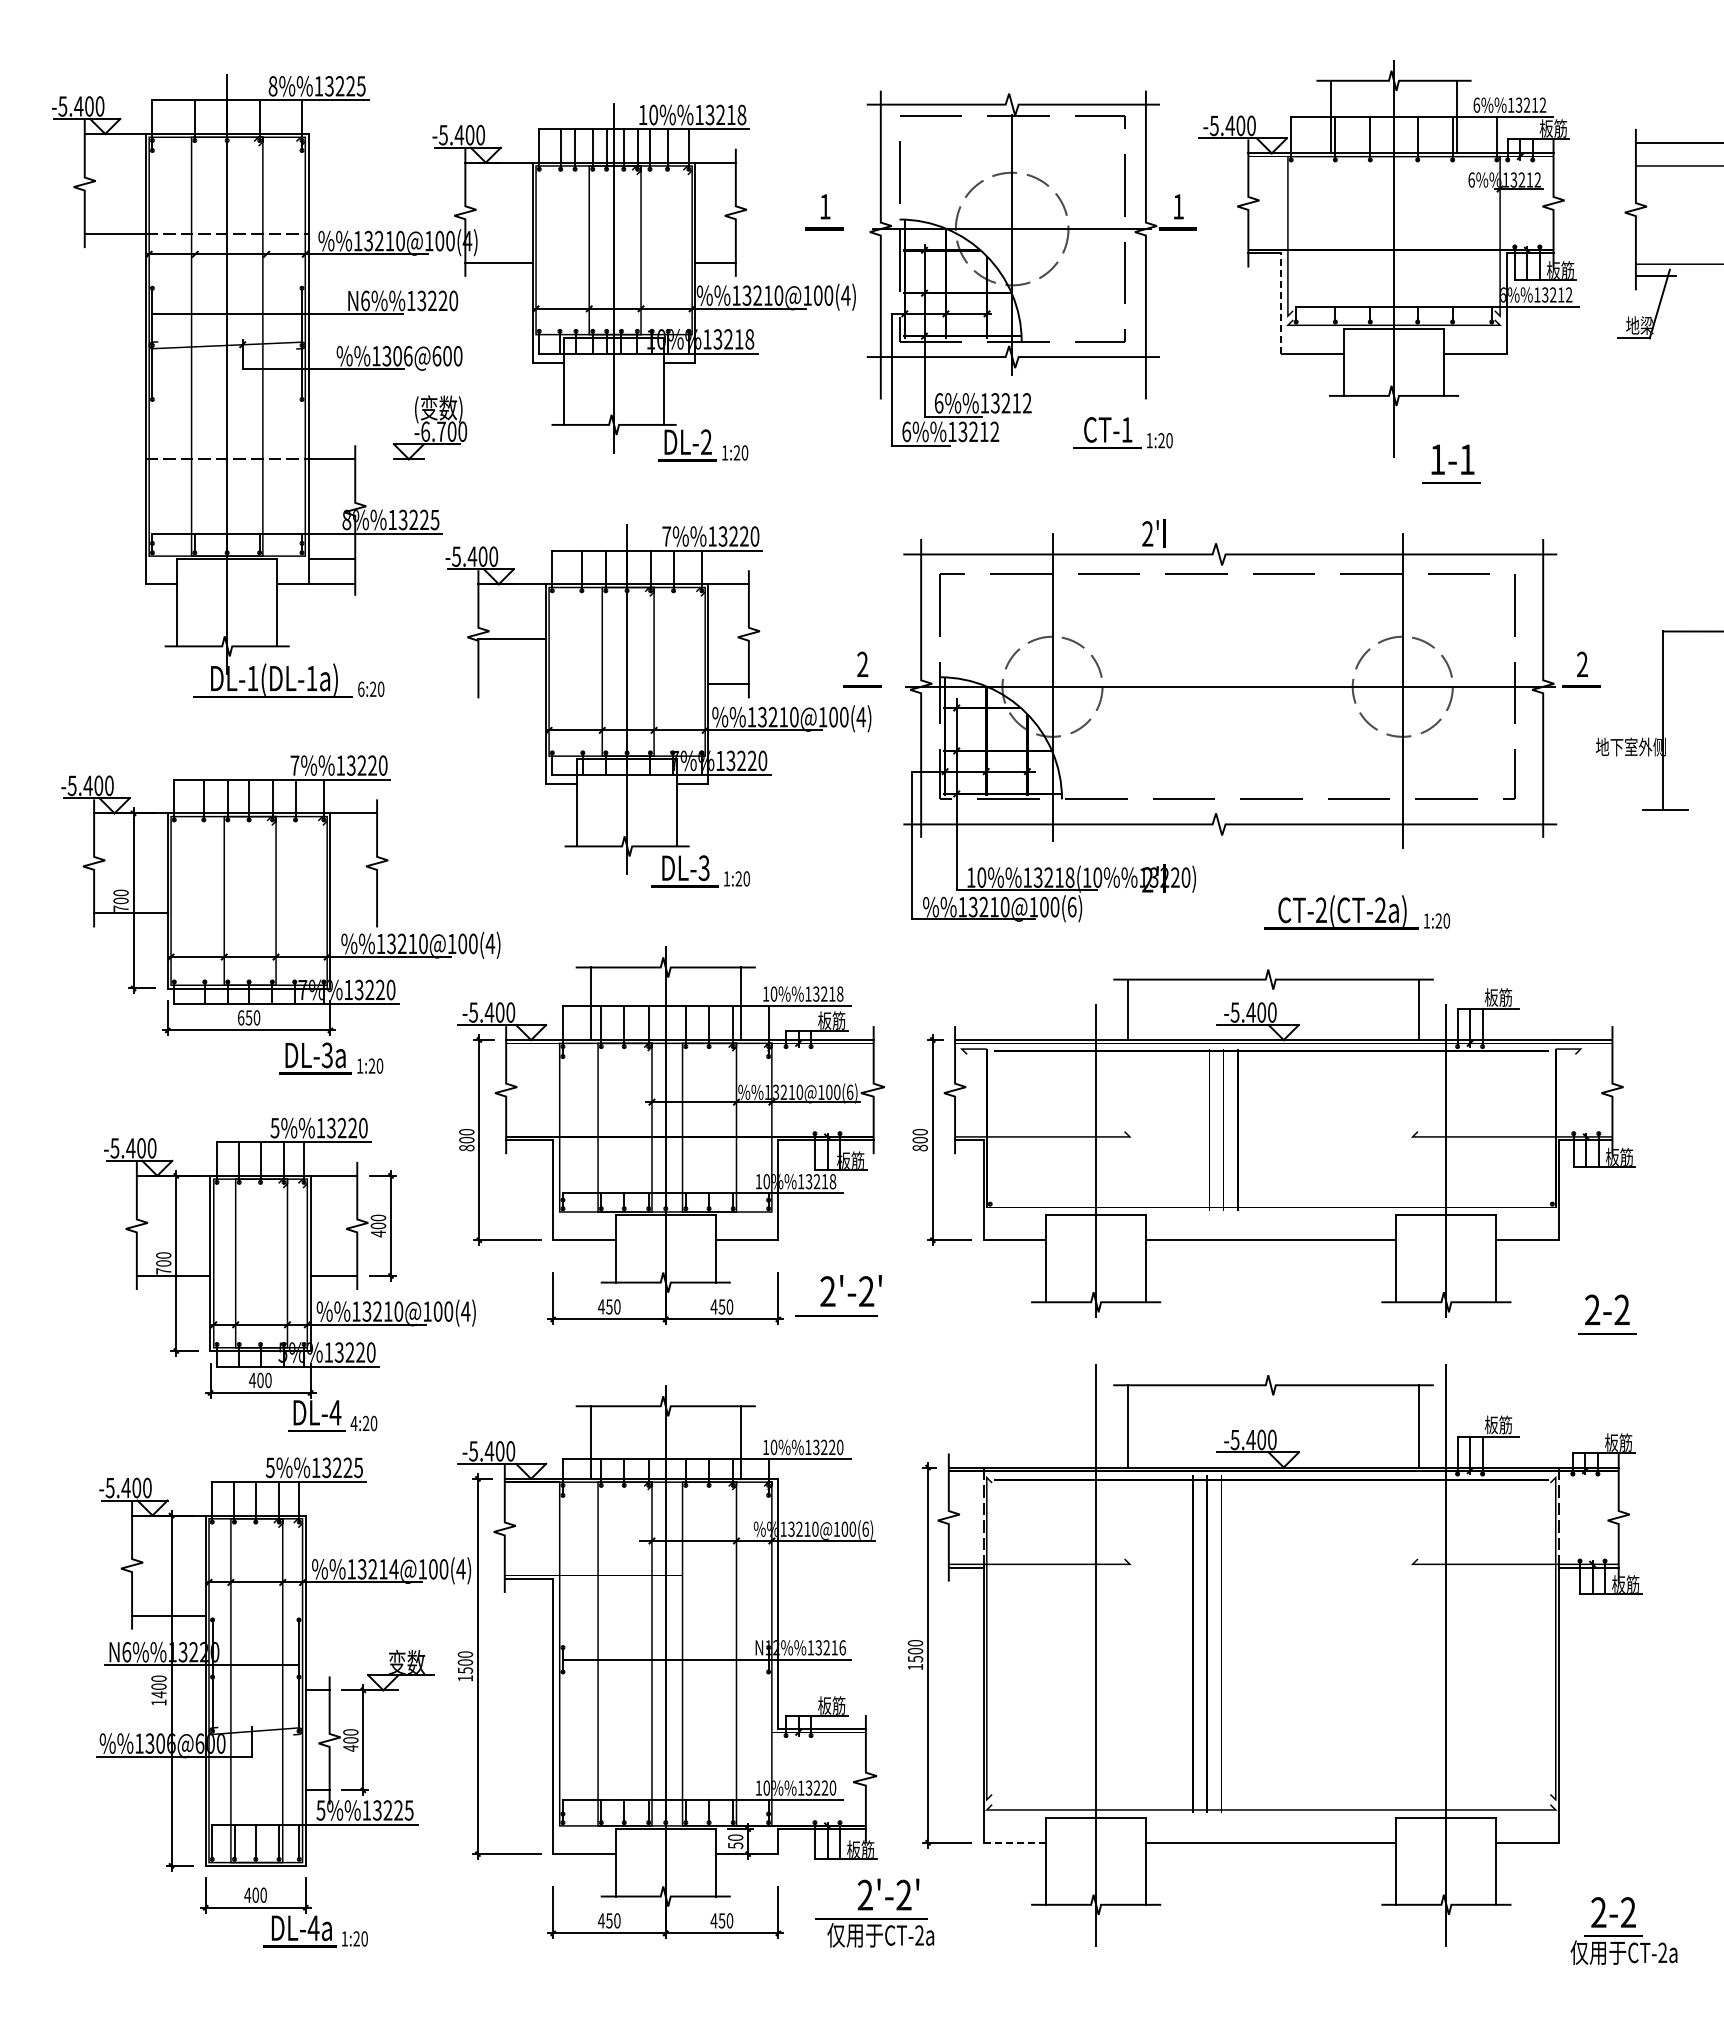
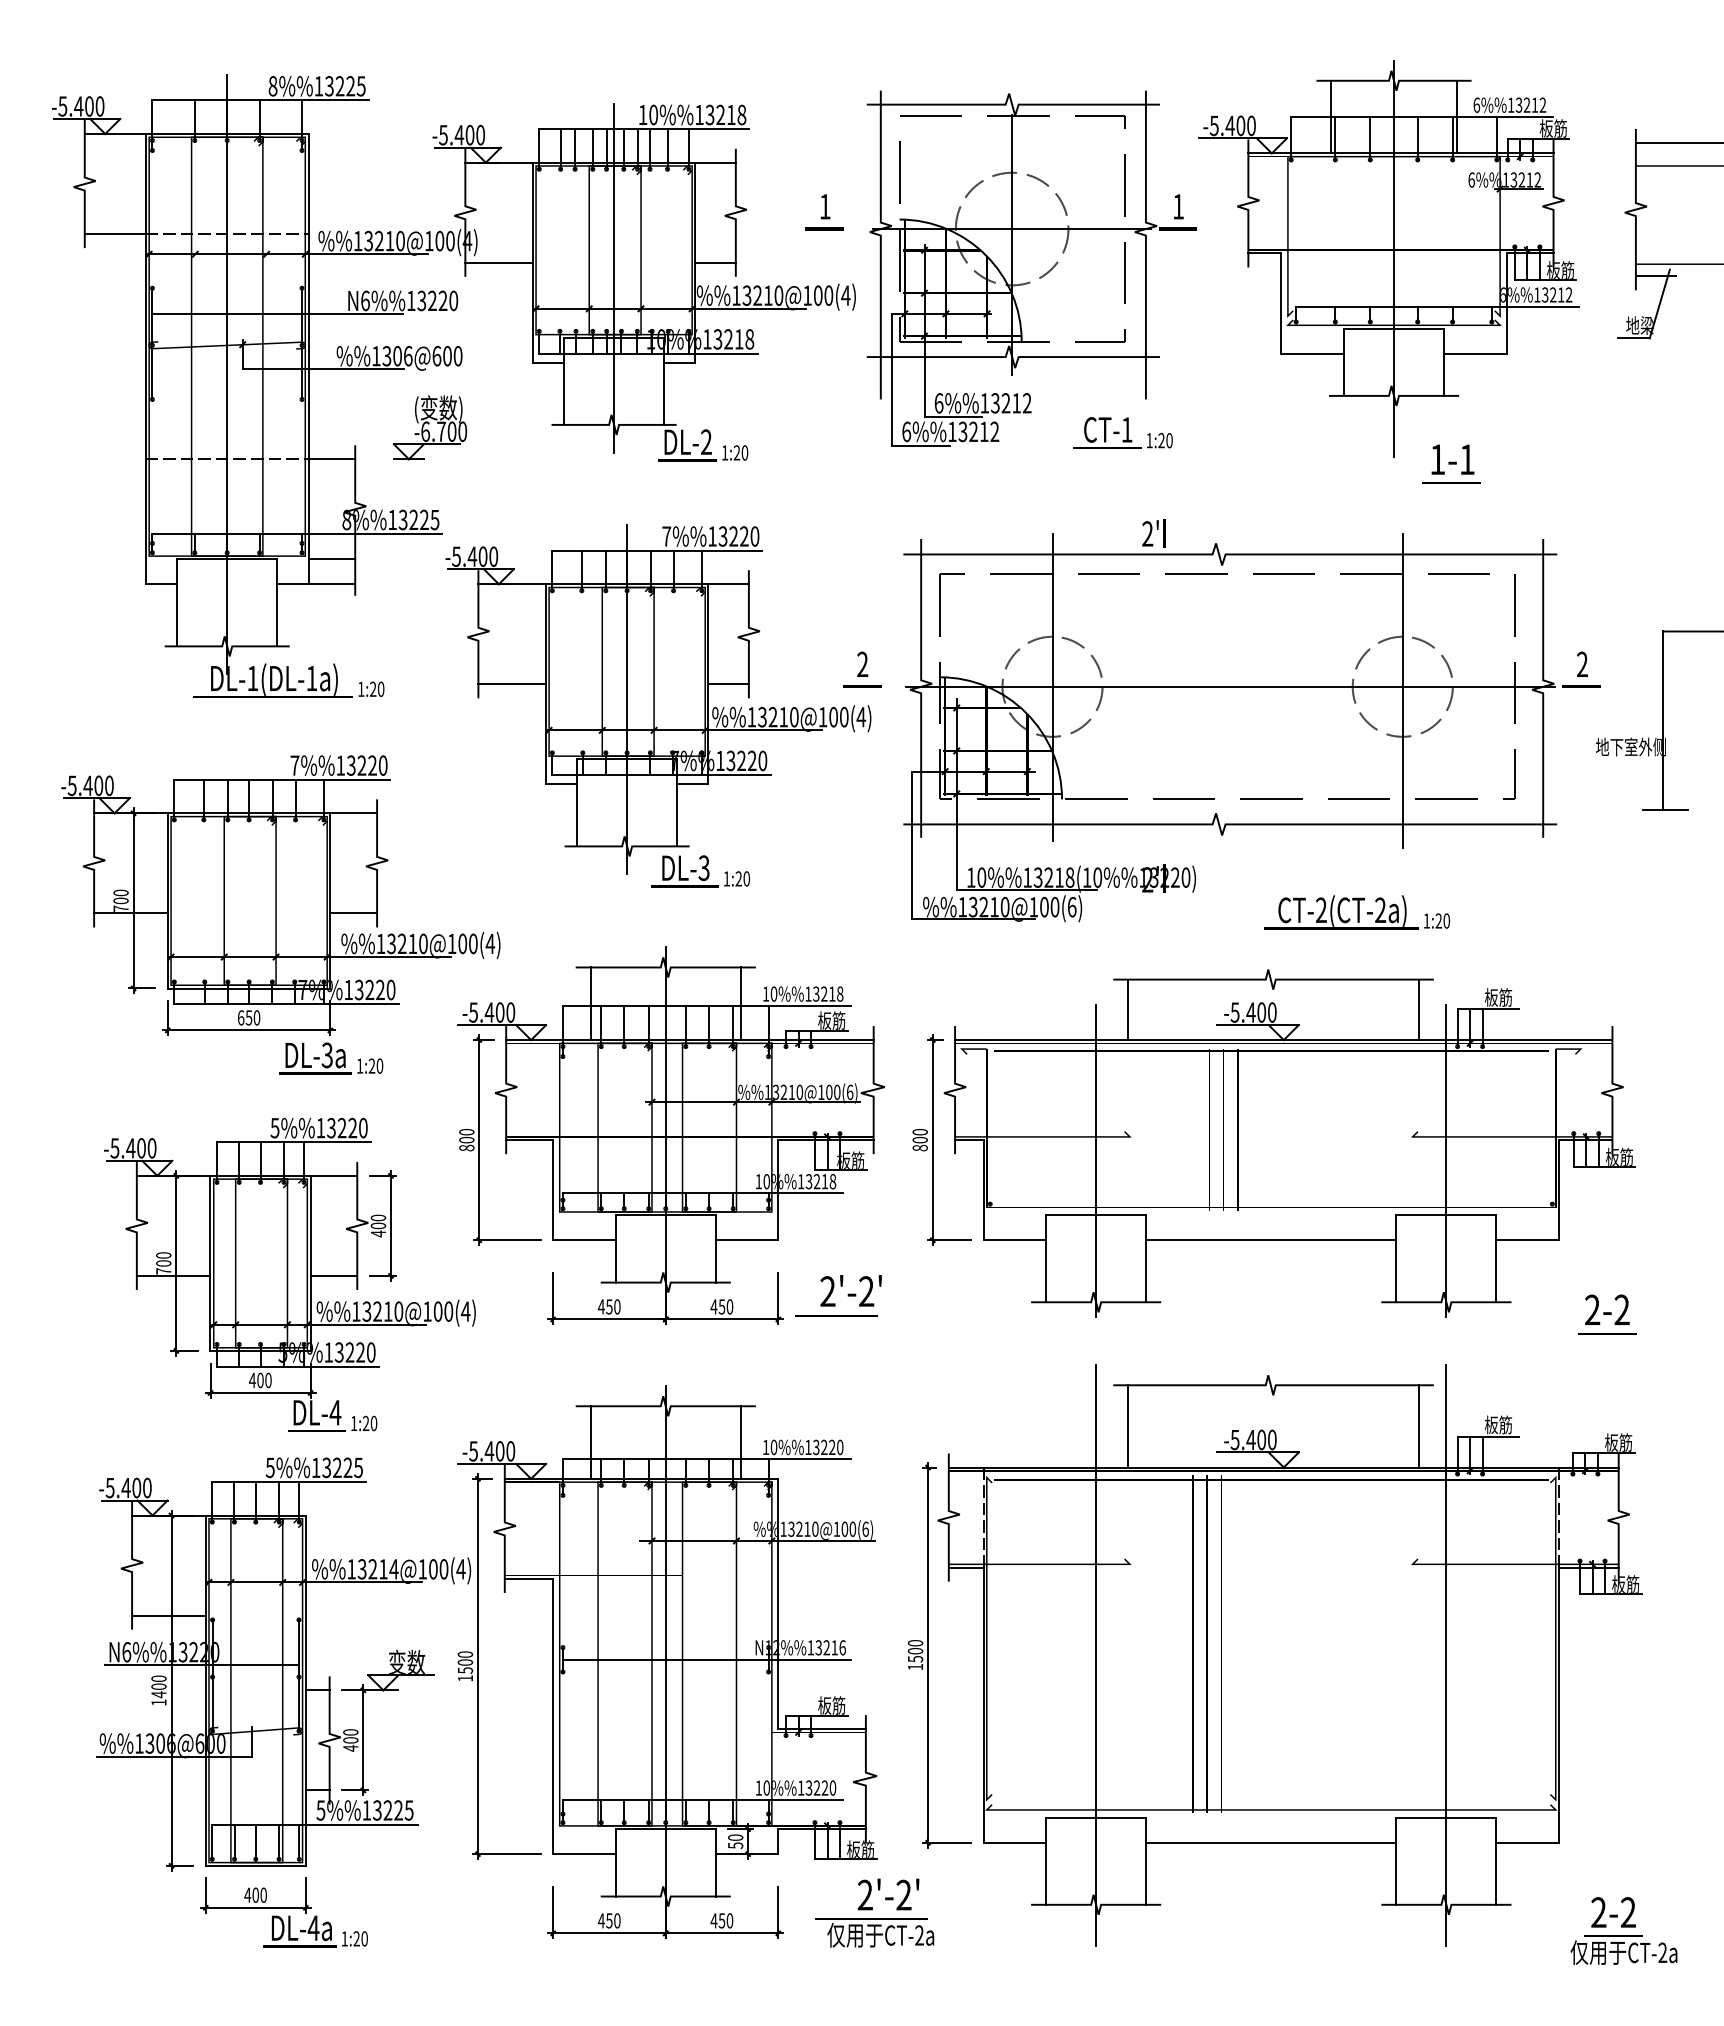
line at (1281, 303): dashed -> solid
line at (511, 639) position: (511, 639) -> (511, 684)
text at (361, 688): 6:20 -> 1:20
line at (353, 913): none -> present
text at (353, 1423): 4:20 -> 1:20
line at (1015, 1842): dashed -> solid
